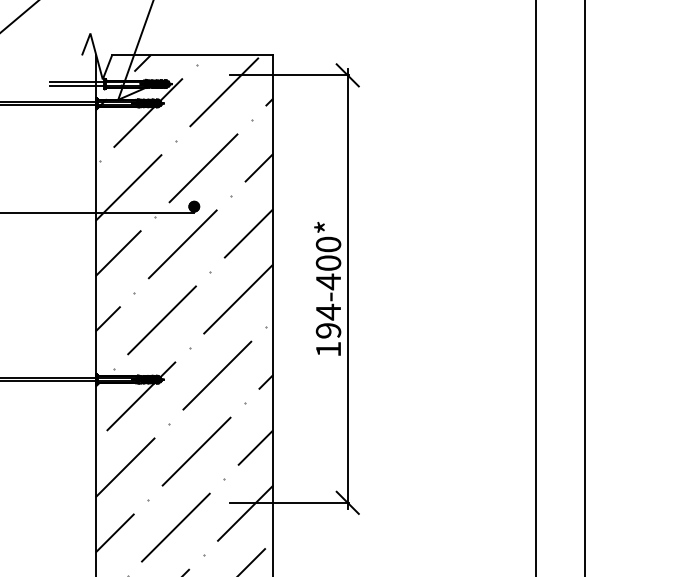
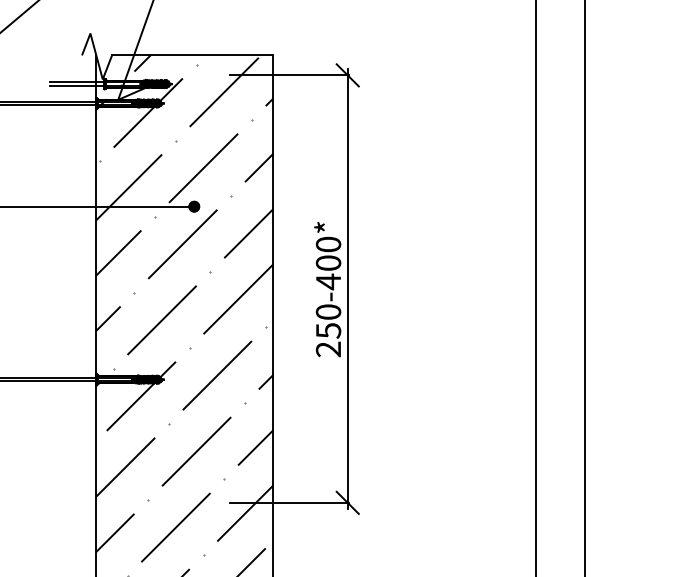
line at (98, 212) position: (98, 212) -> (98, 206)
text at (328, 330): 194-400* -> 250-400*
